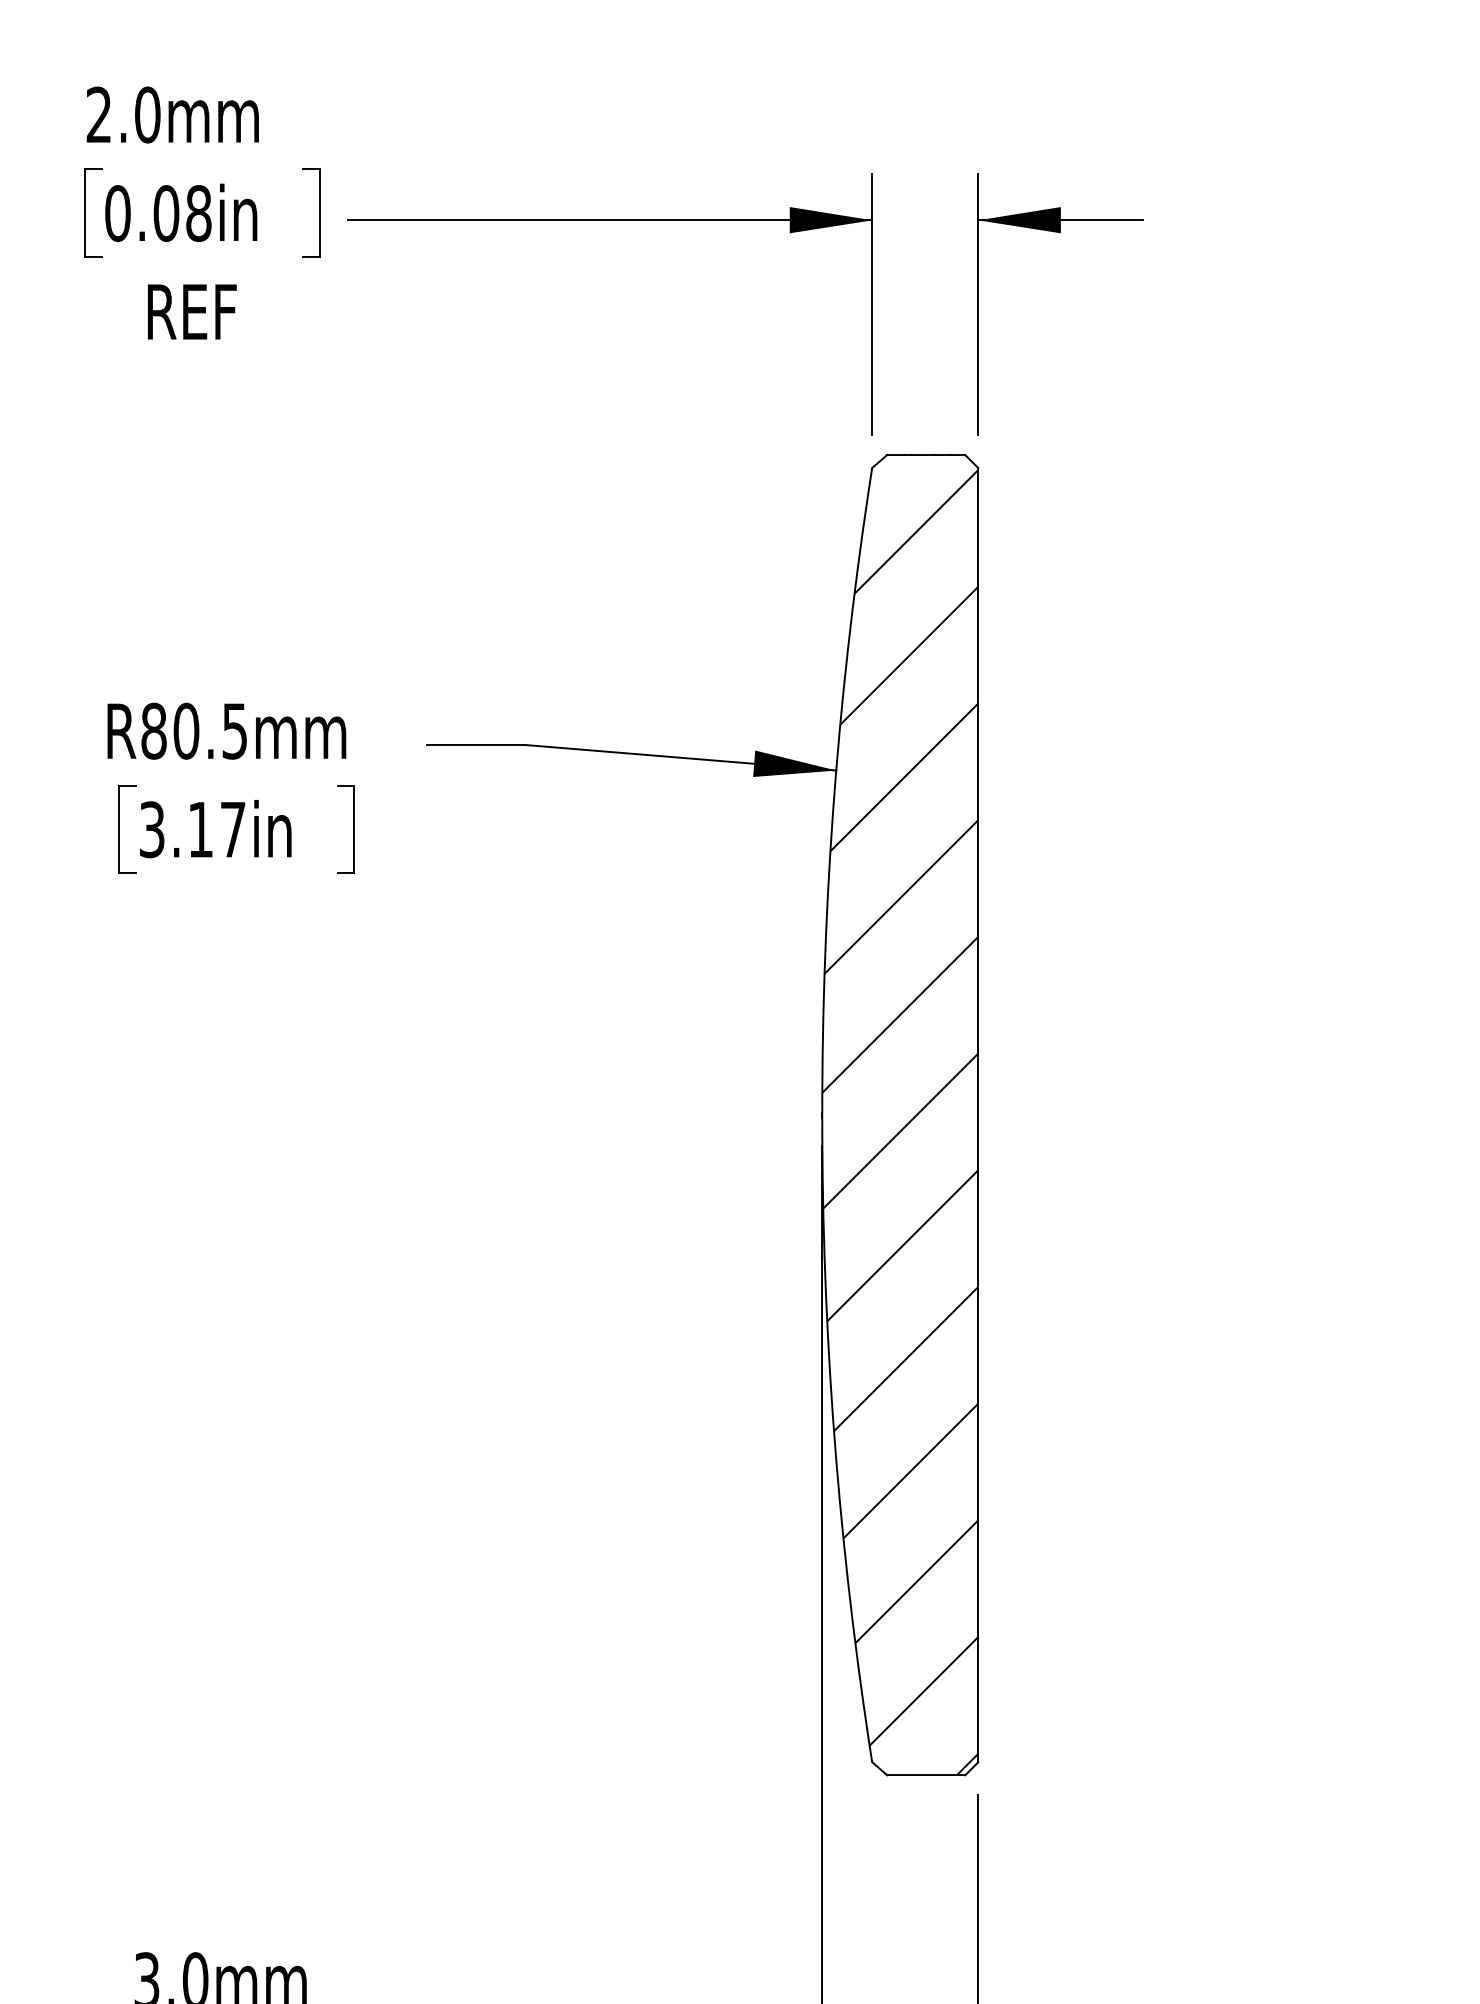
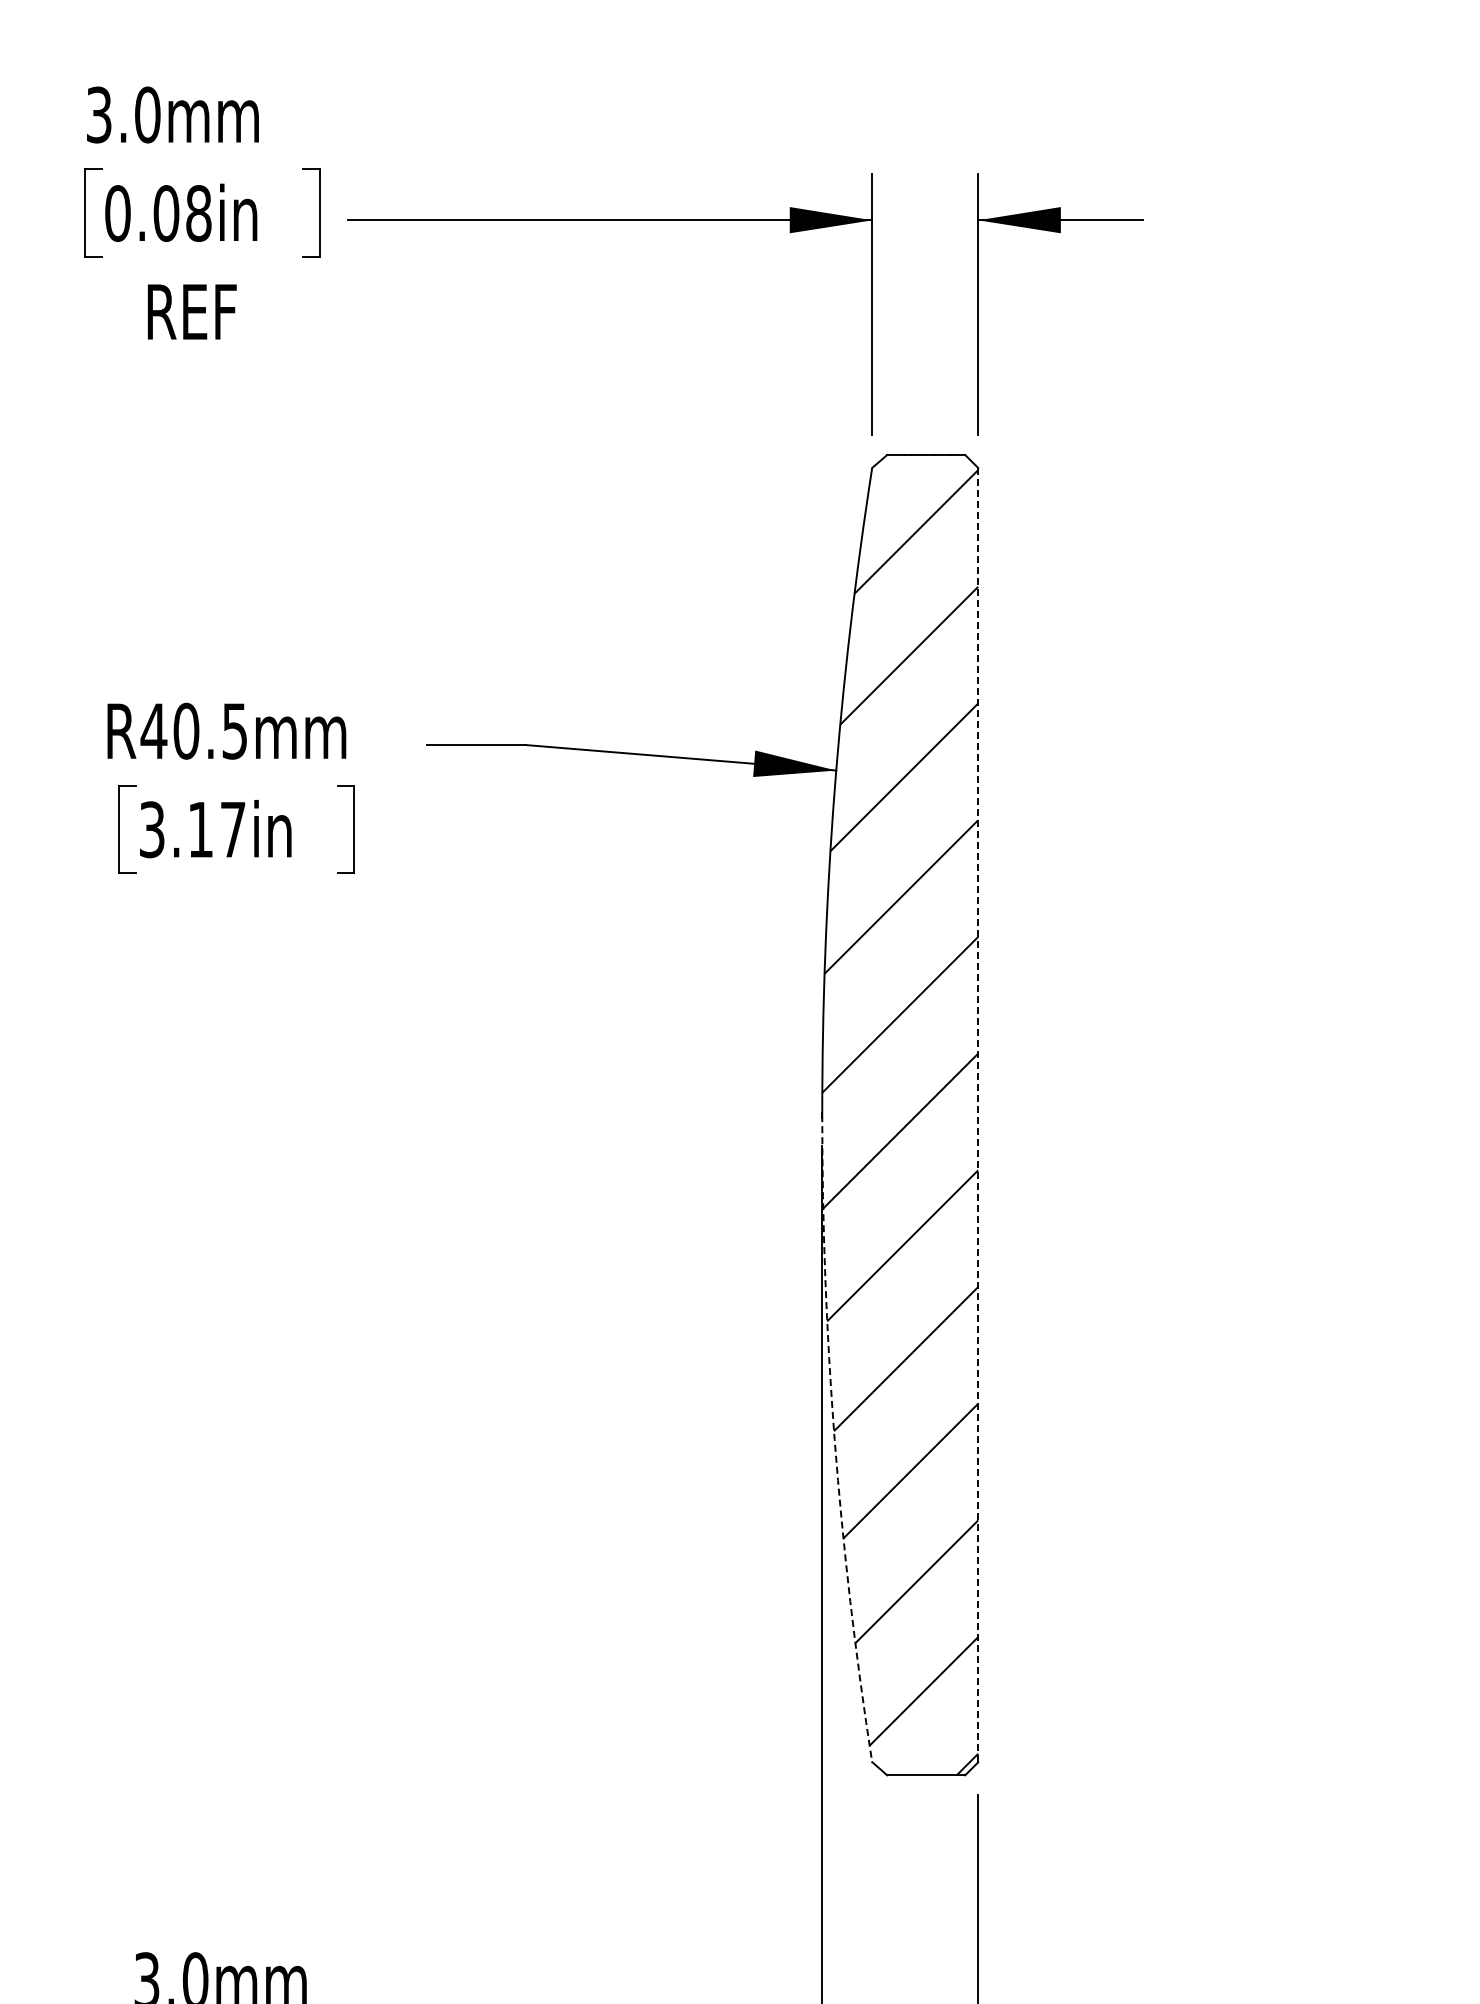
text at (98, 114): 2.0mm -> 3.0mm
text at (153, 730): R80.5mm -> R40.5mm
line at (978, 1115): solid -> dashed
arc at (834, 1439): solid -> dashed
